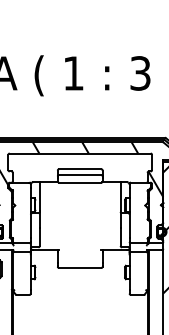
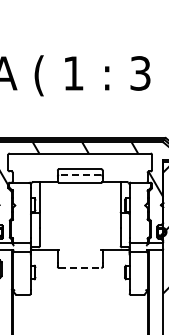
line at (79, 175): solid -> dashed
line at (80, 268): solid -> dashed
